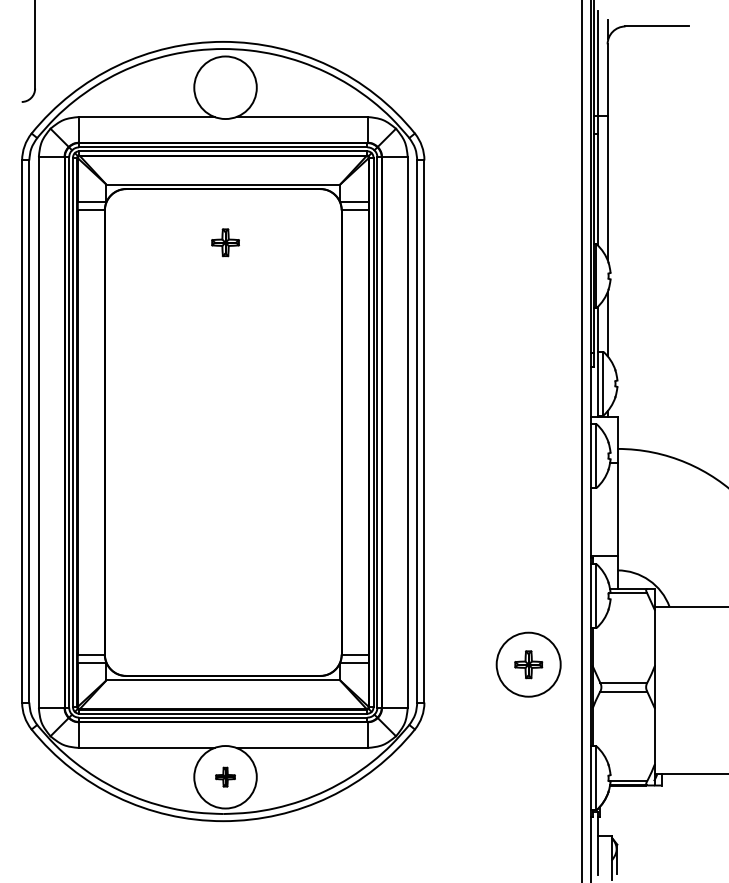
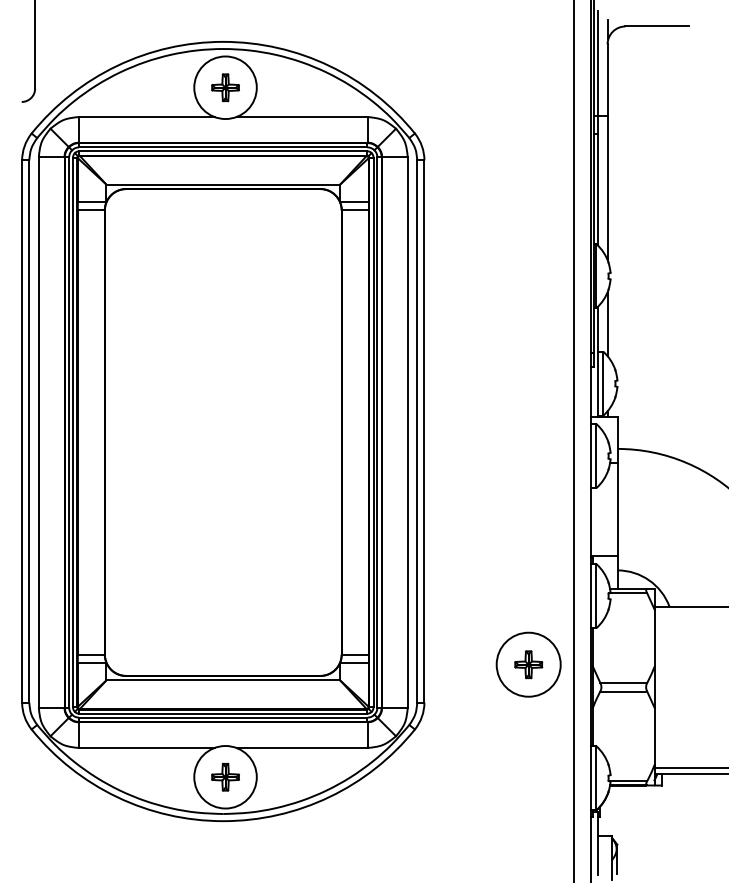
part at (225, 242) position: (225, 242) -> (225, 87)
line at (581, 440) position: (581, 440) -> (573, 440)
line at (689, 767): none -> present
part at (225, 776) size: 21x22 px -> 29x30 px
